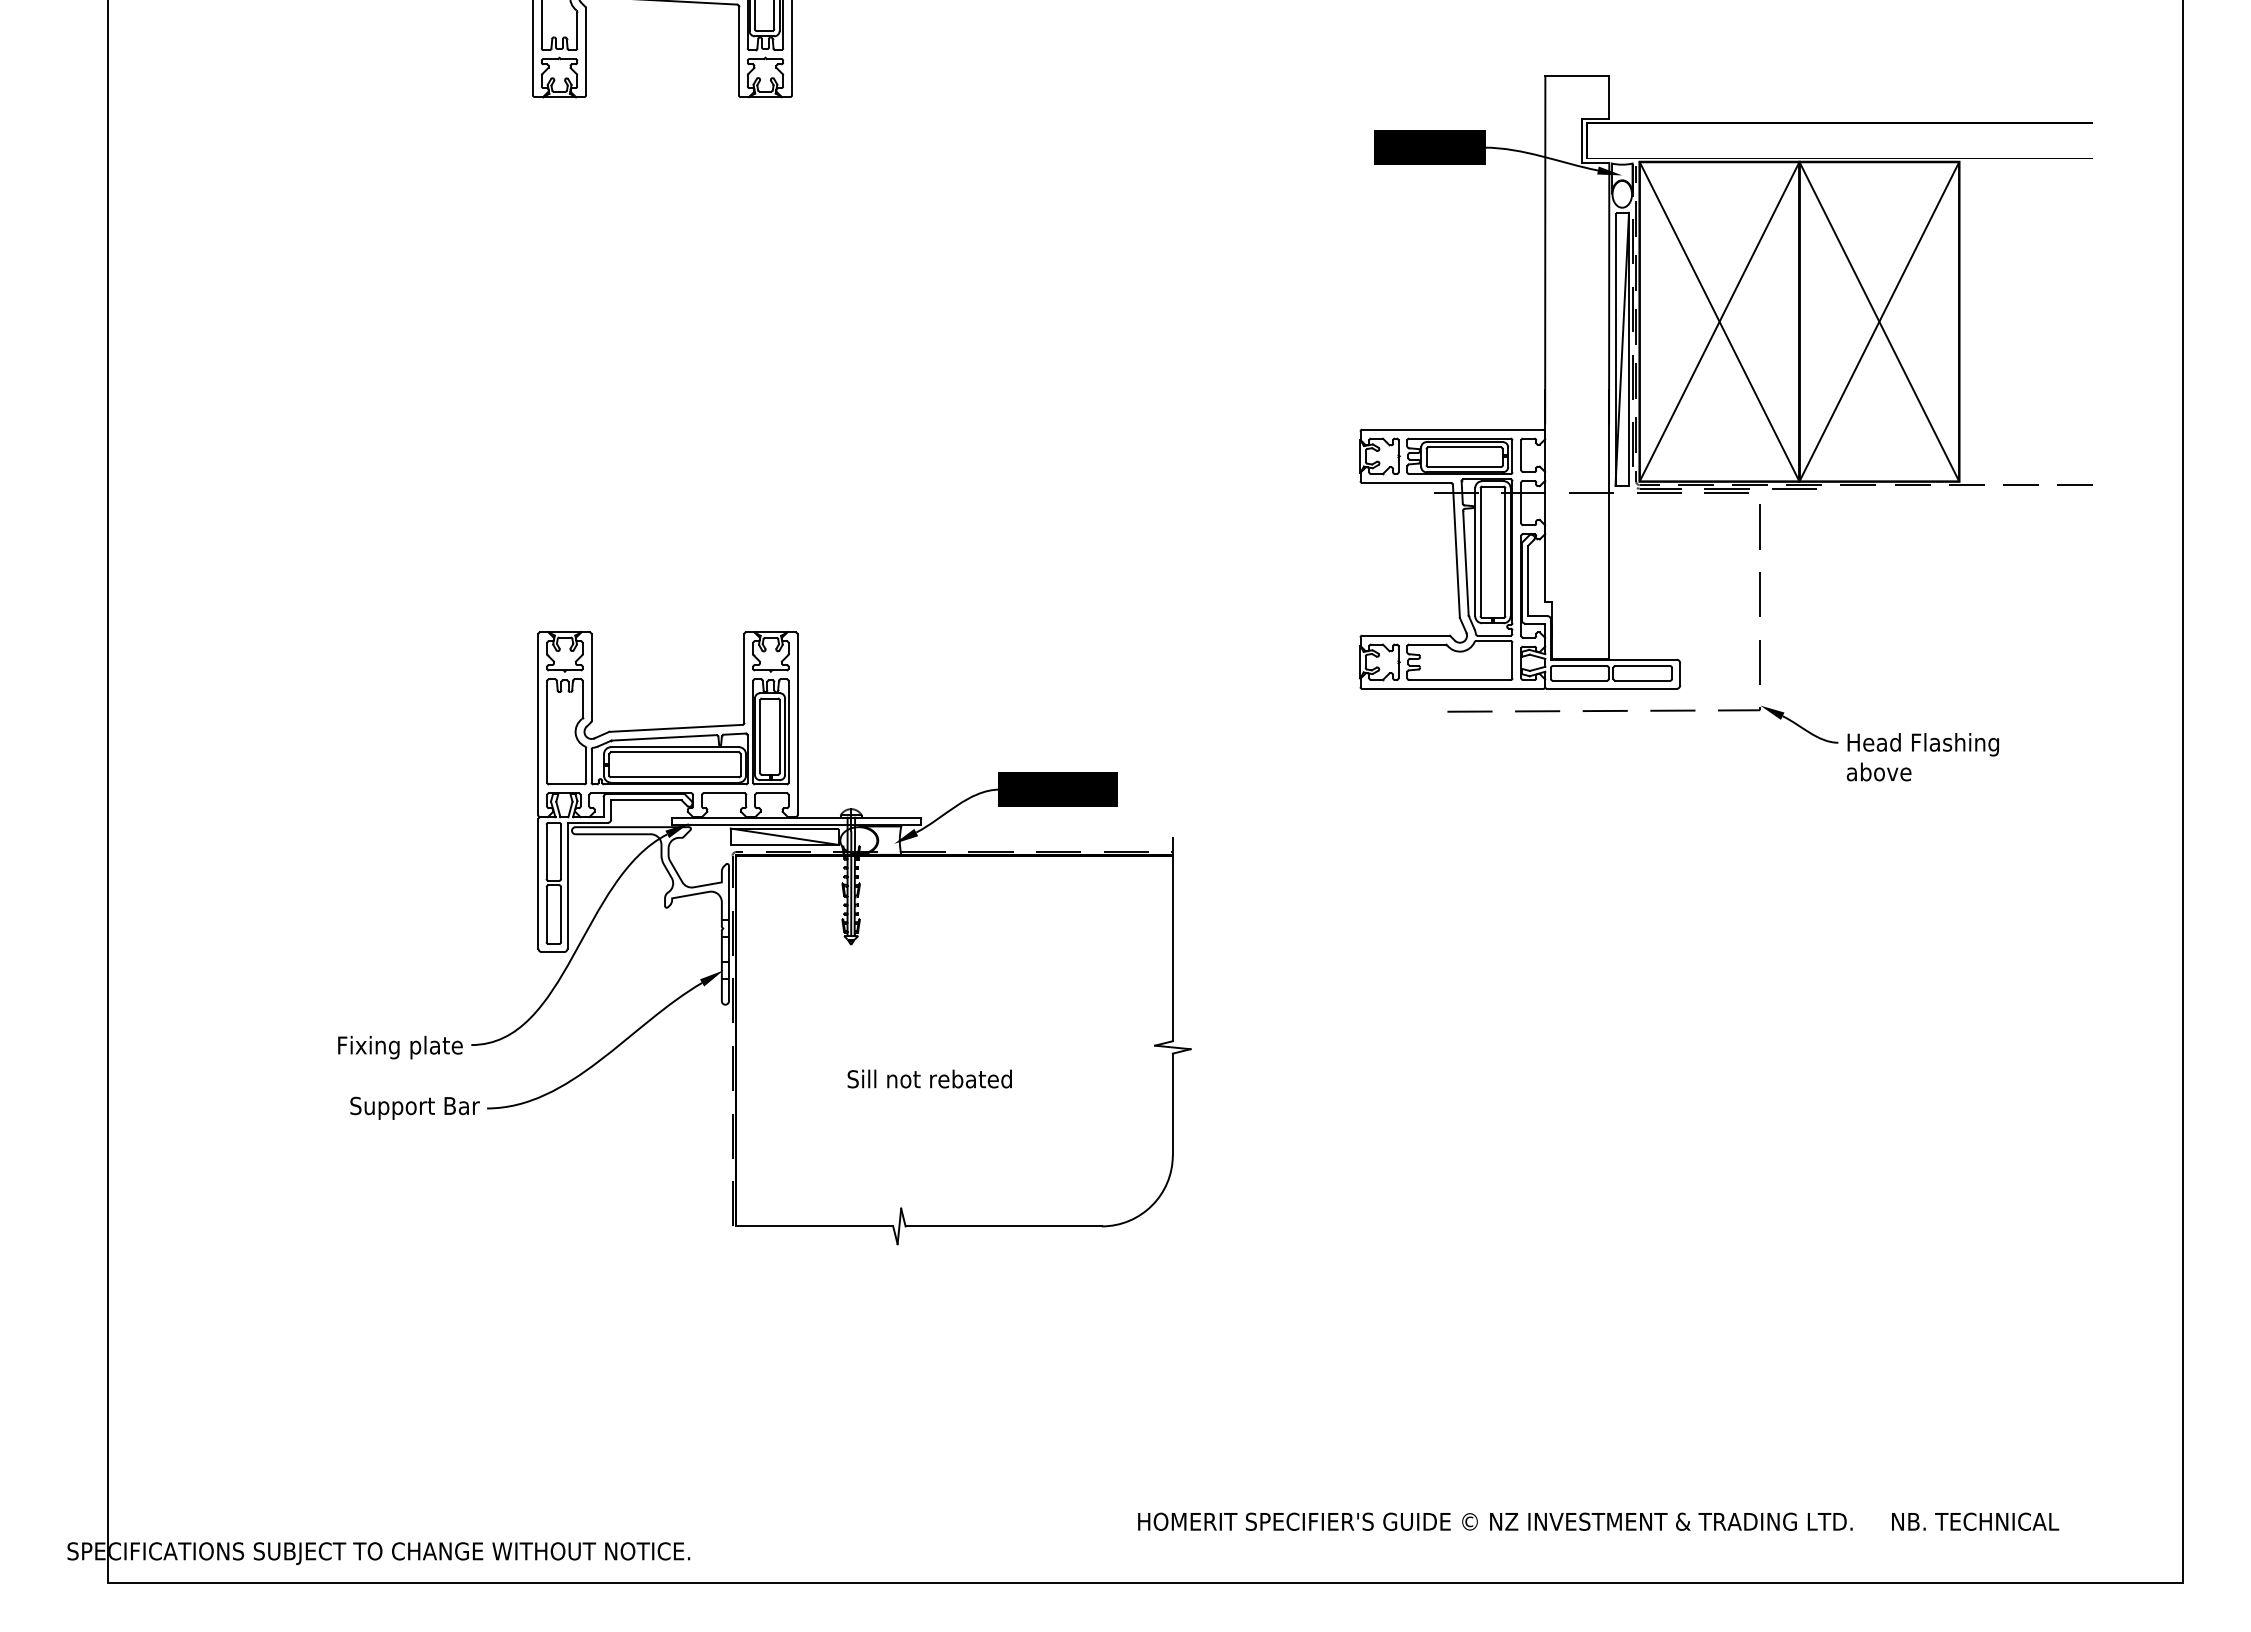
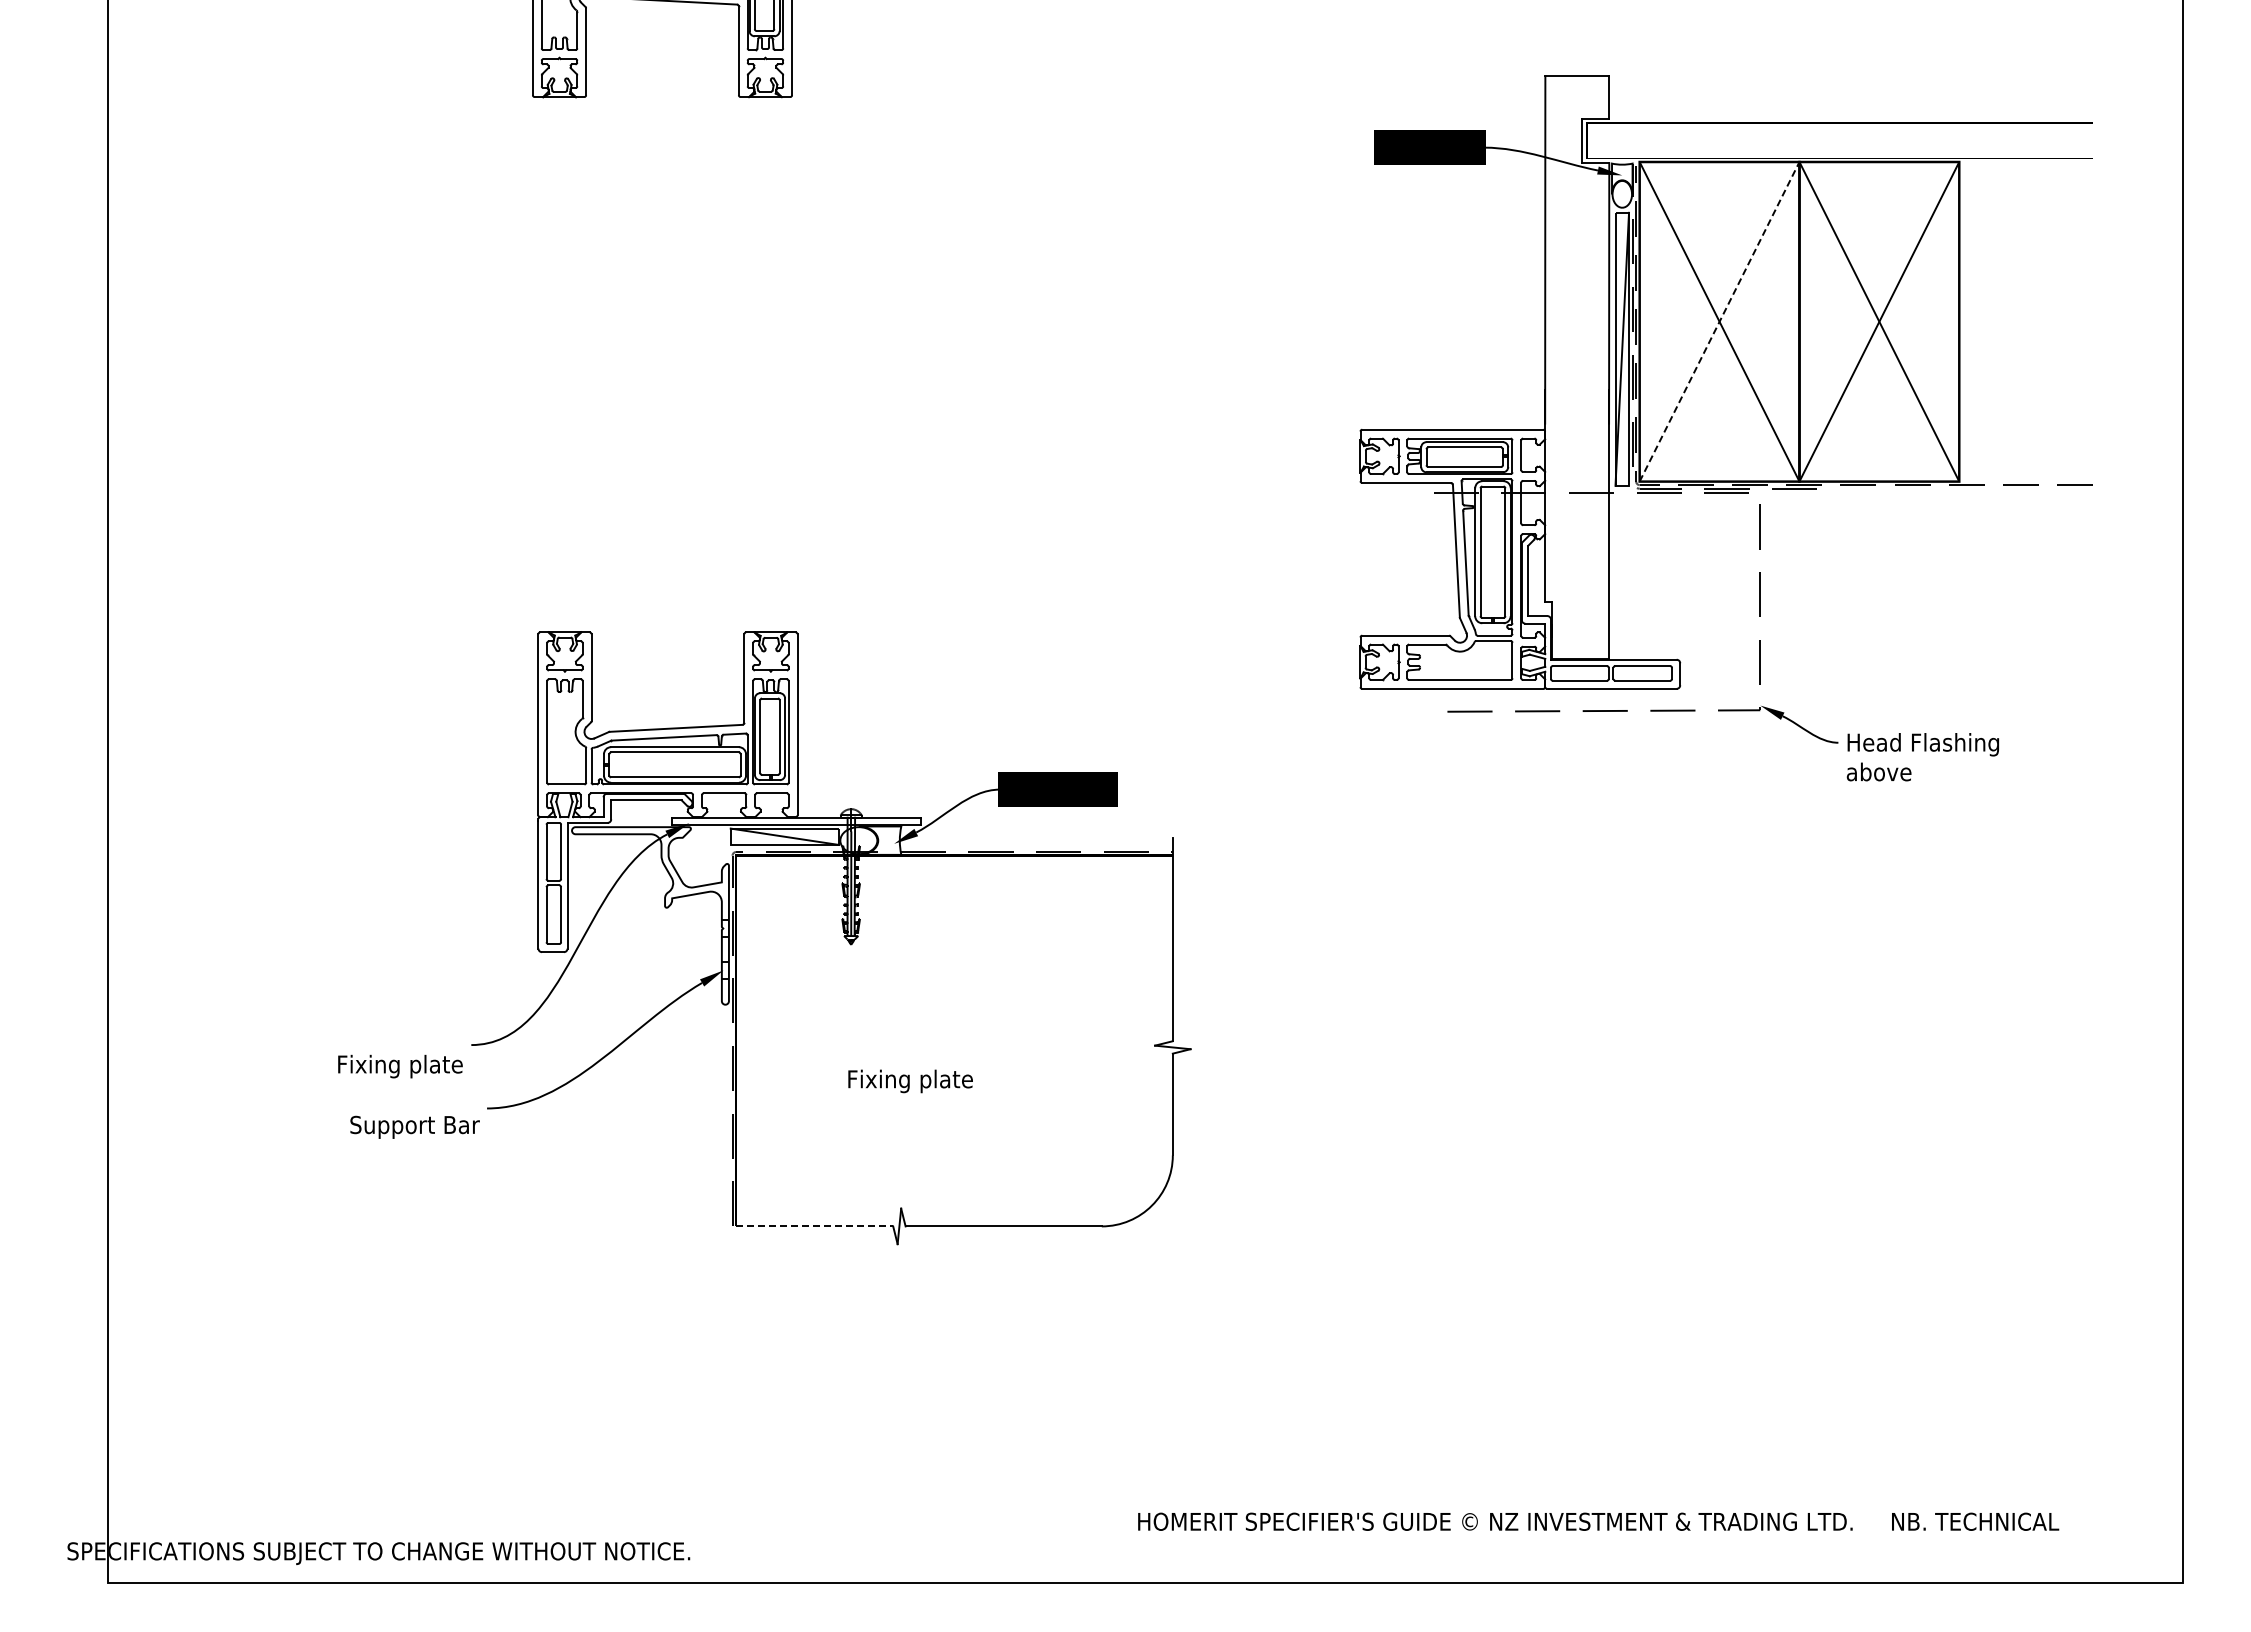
line at (1719, 321): solid -> dashed
text at (400, 1047) position: (400, 1047) -> (400, 1066)
text at (929, 1081): Sill not rebated -> Fixing plate
text at (414, 1107) position: (414, 1107) -> (414, 1126)
line at (814, 1226): solid -> dashed
